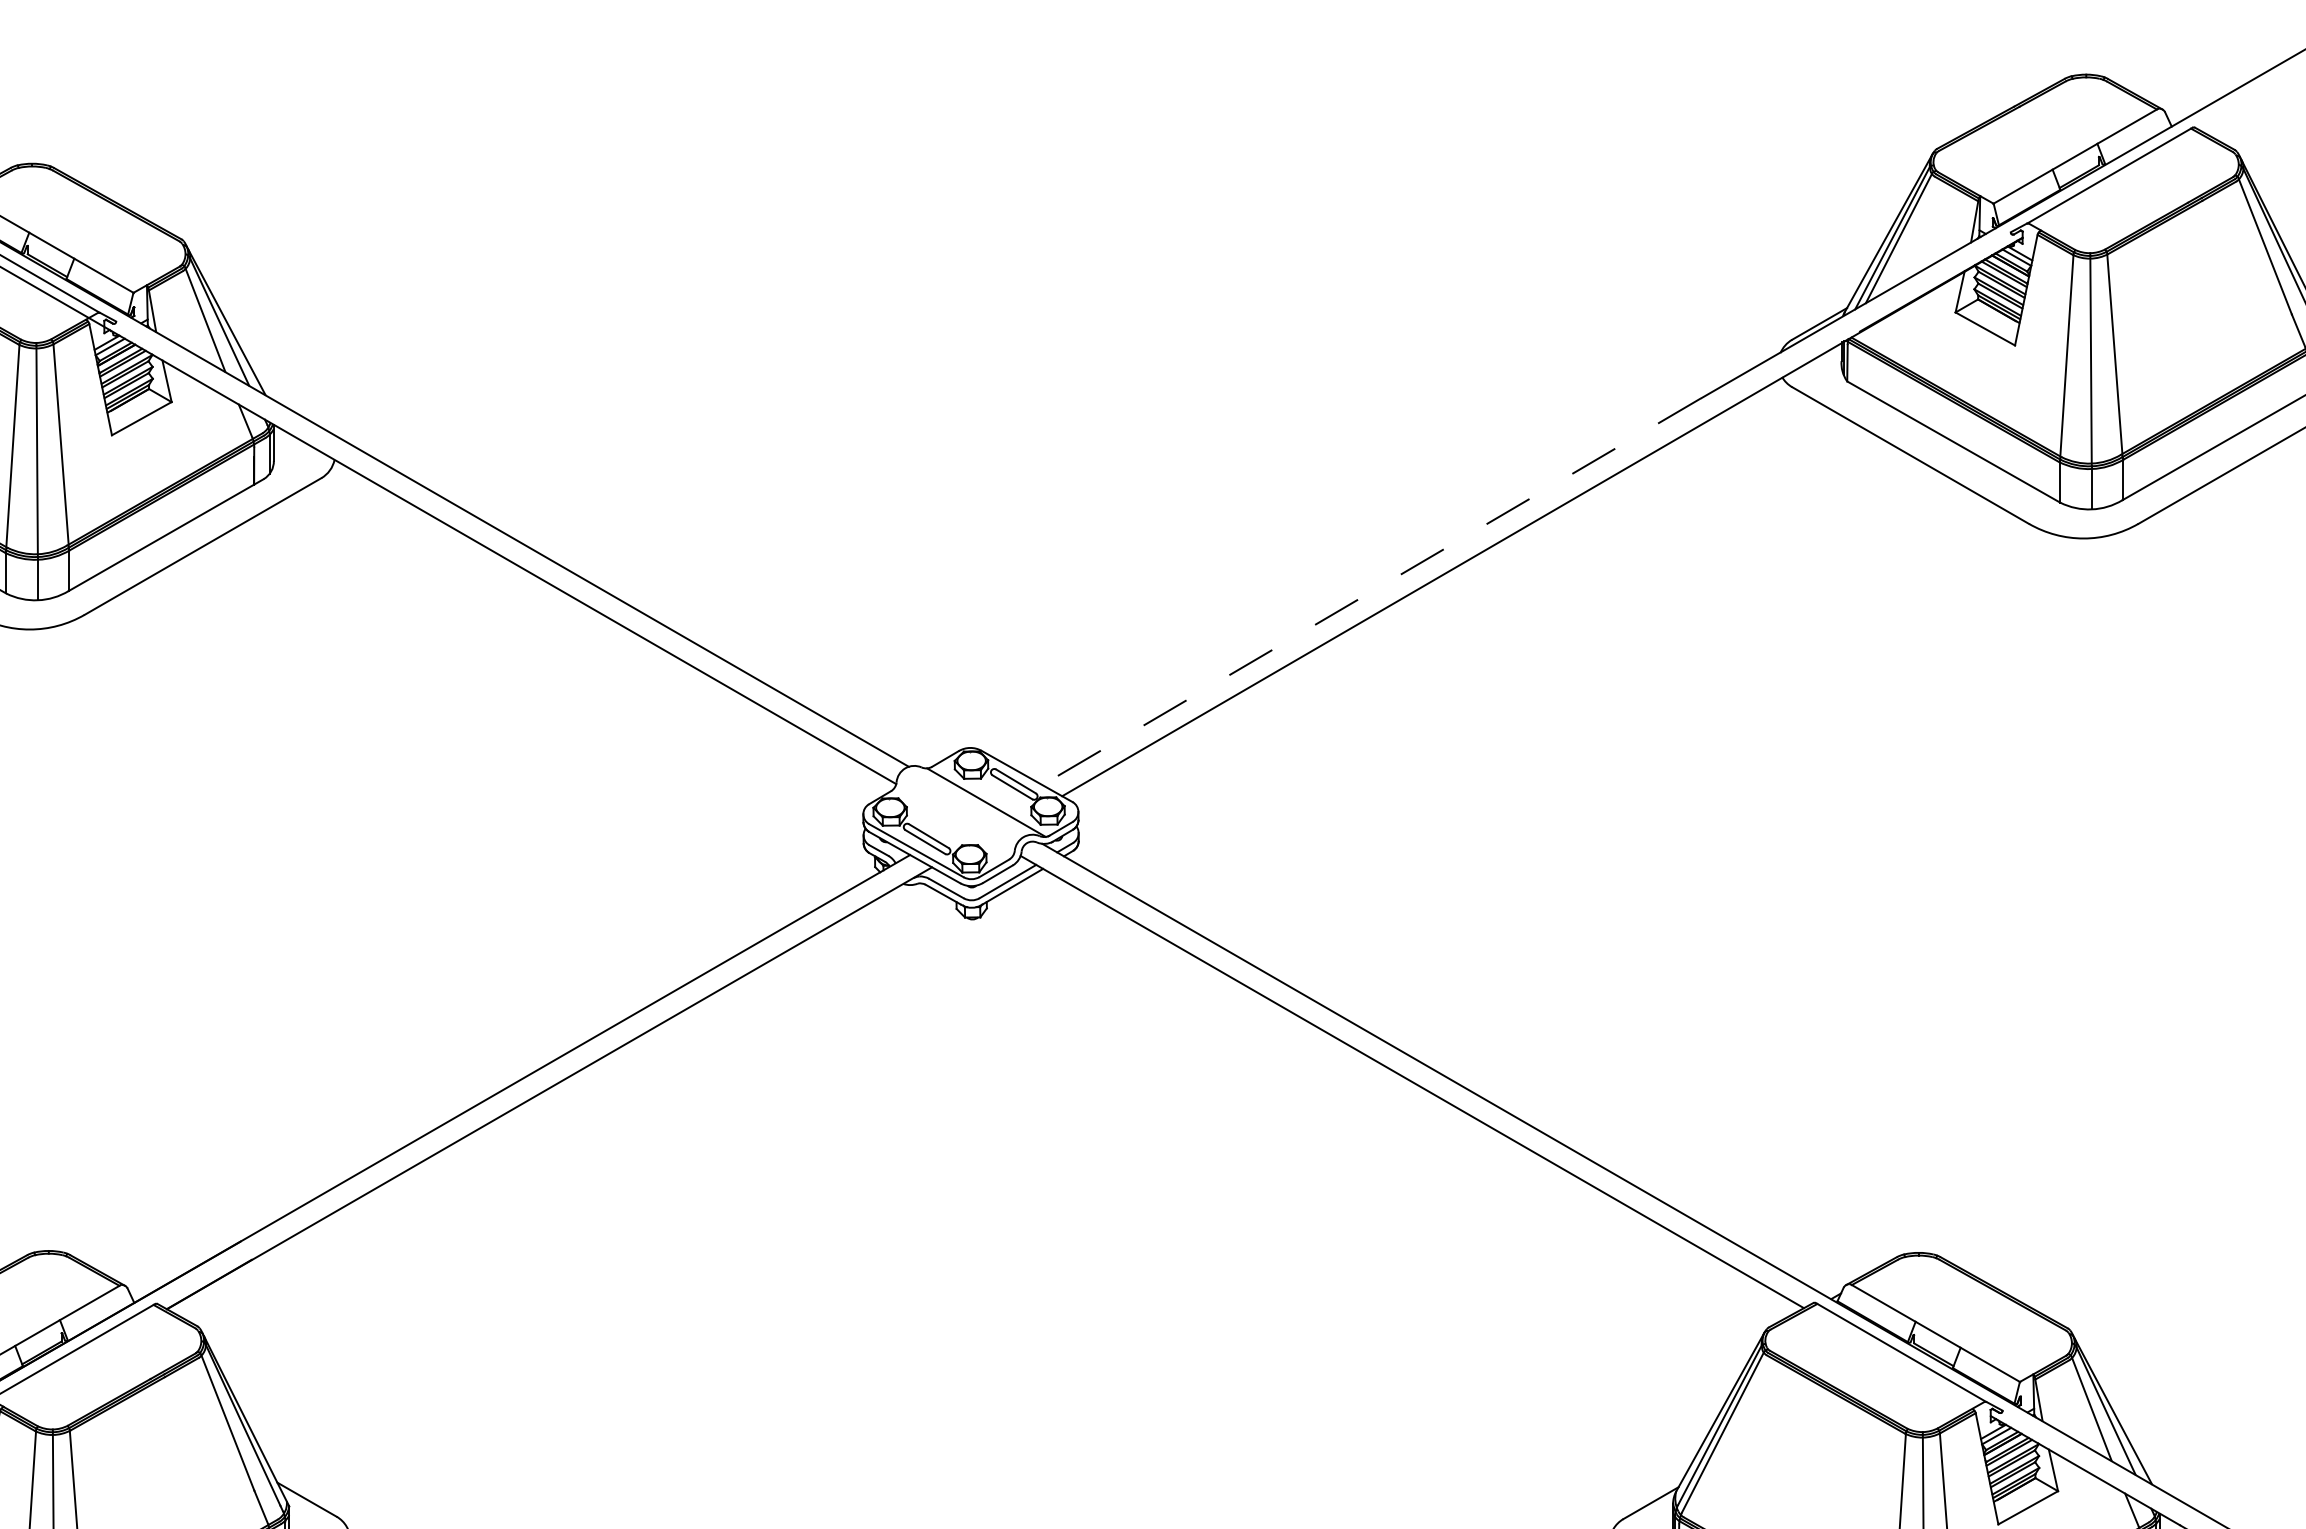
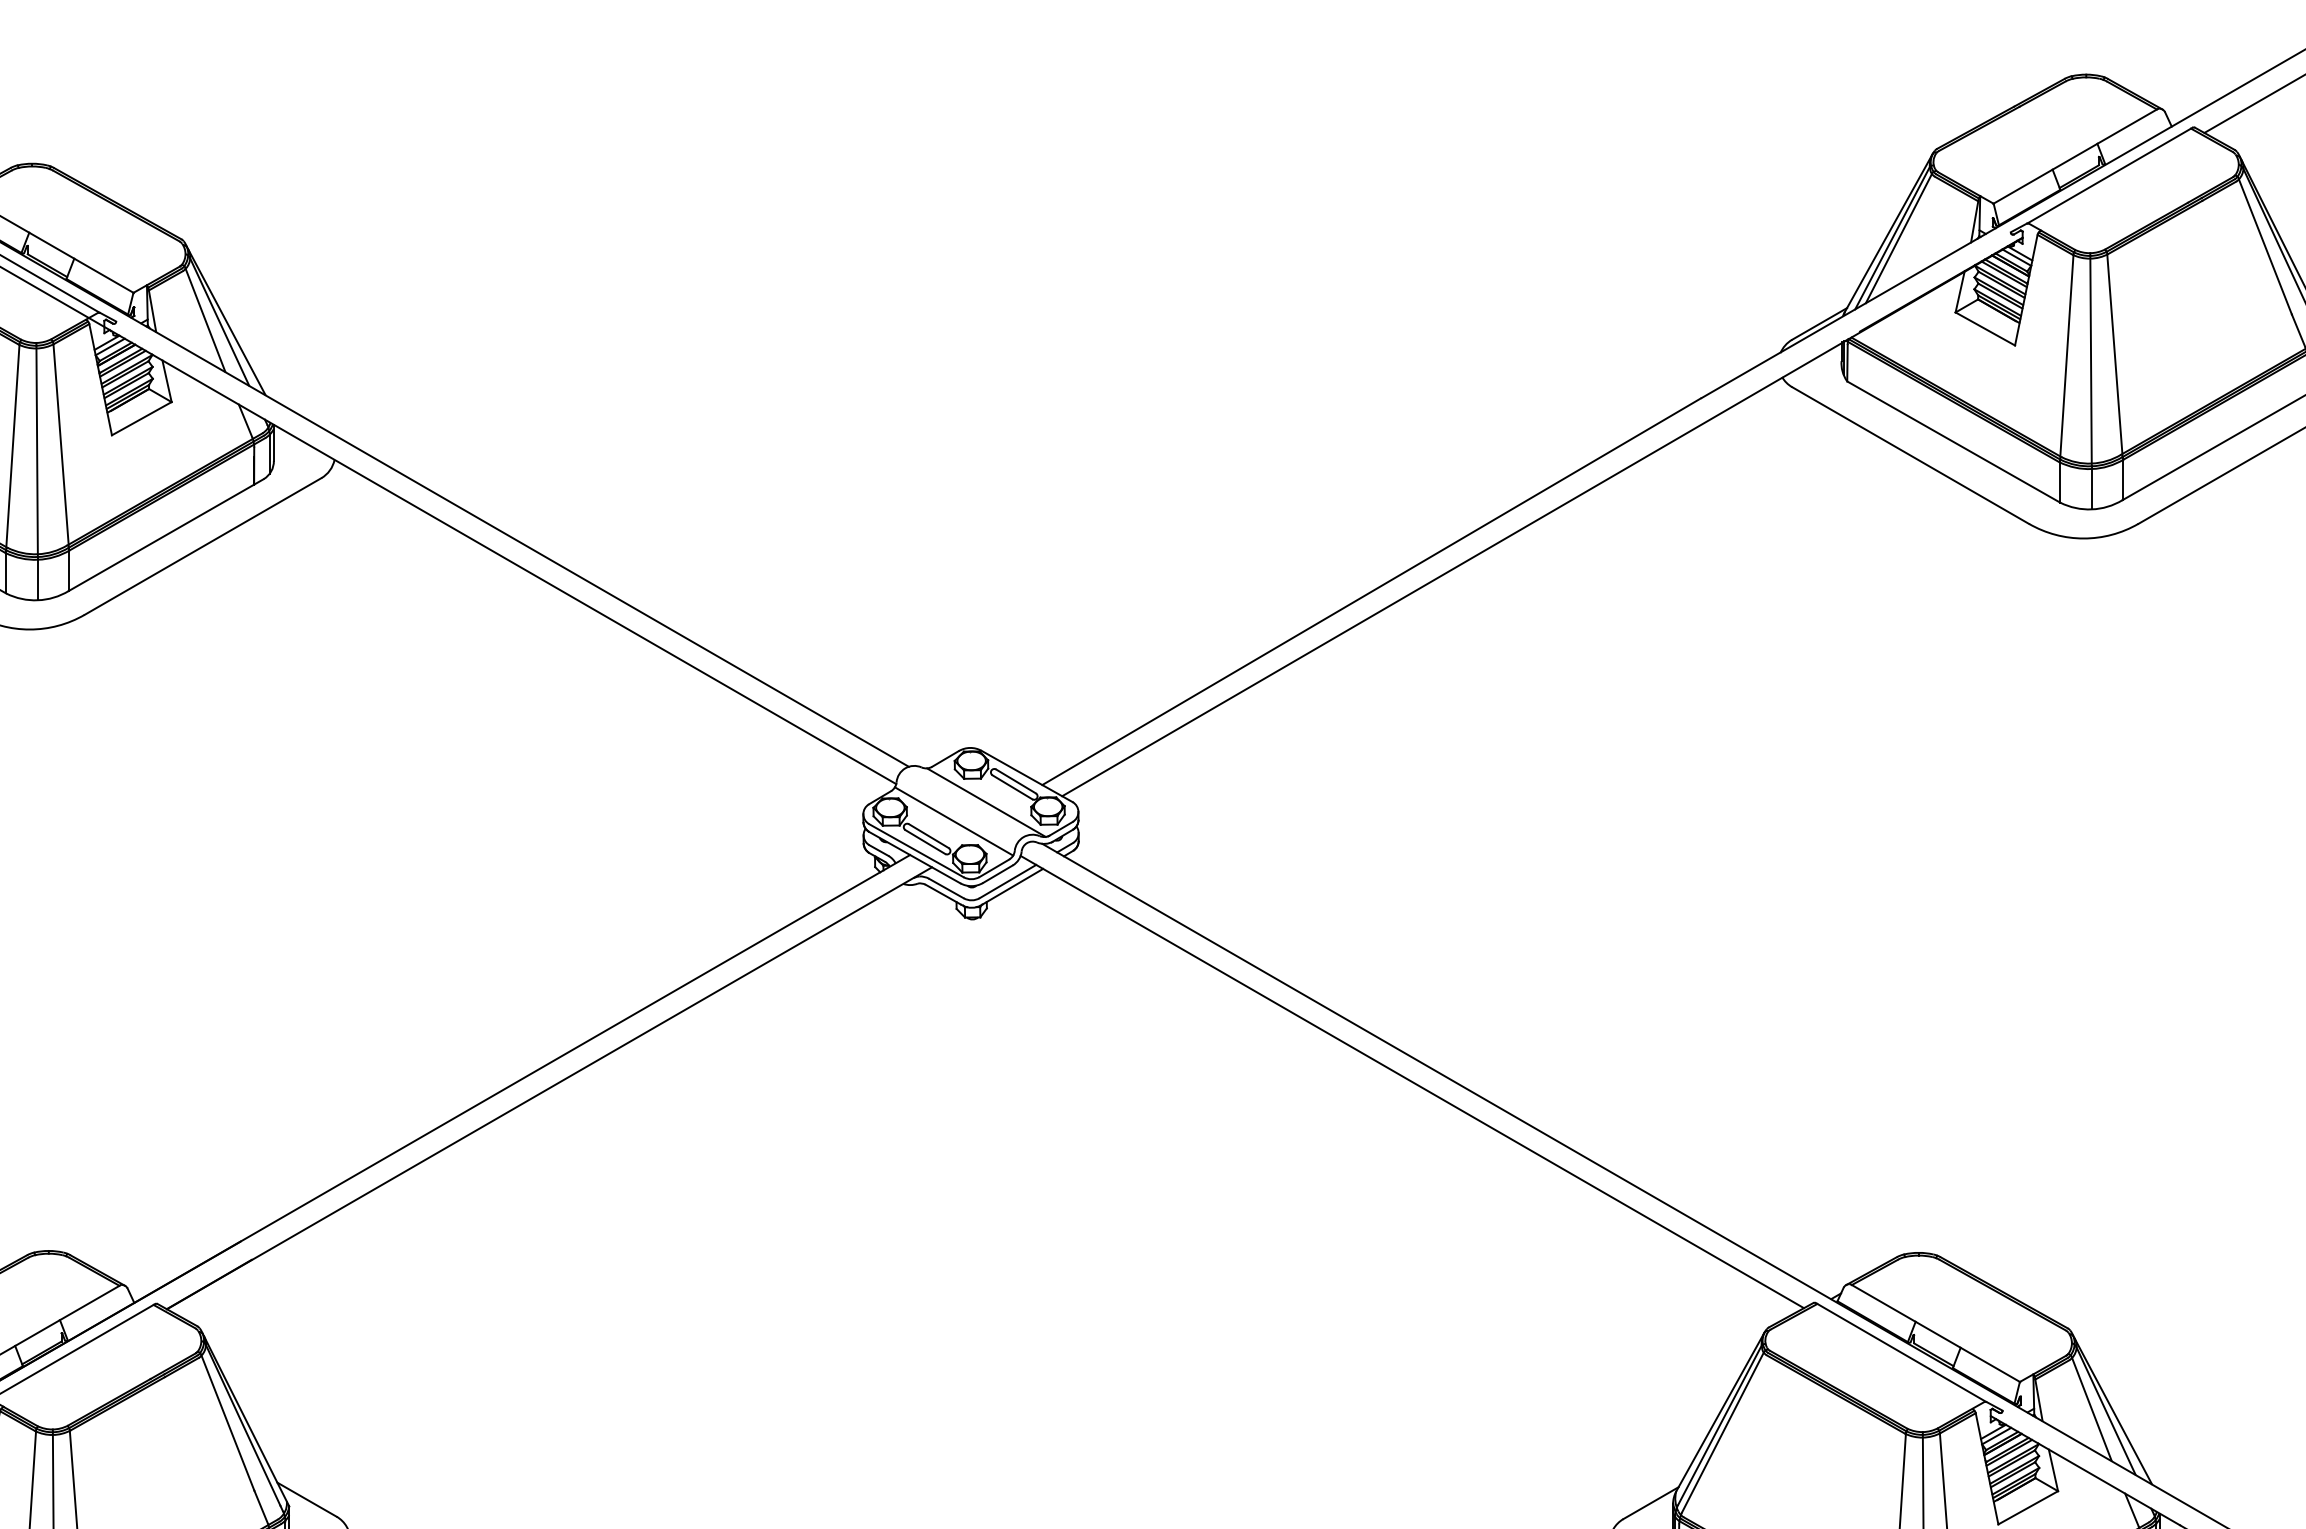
line at (2253, 104): none -> present
line at (1371, 591): dashed -> solid
line at (953, 821): none -> present
